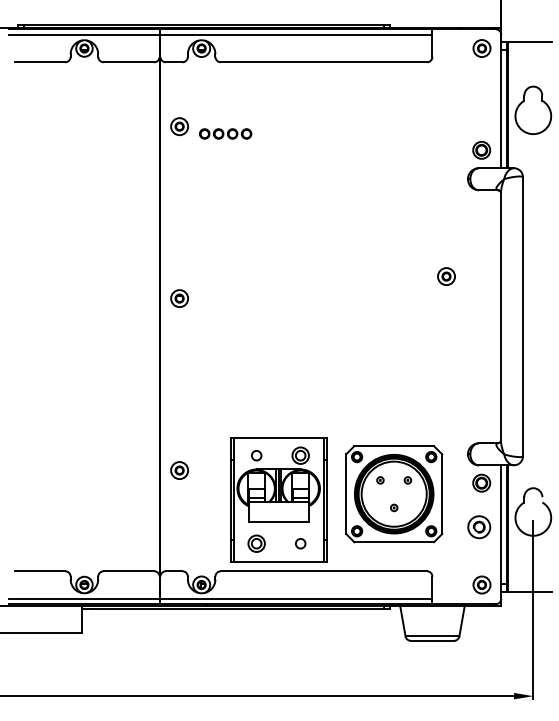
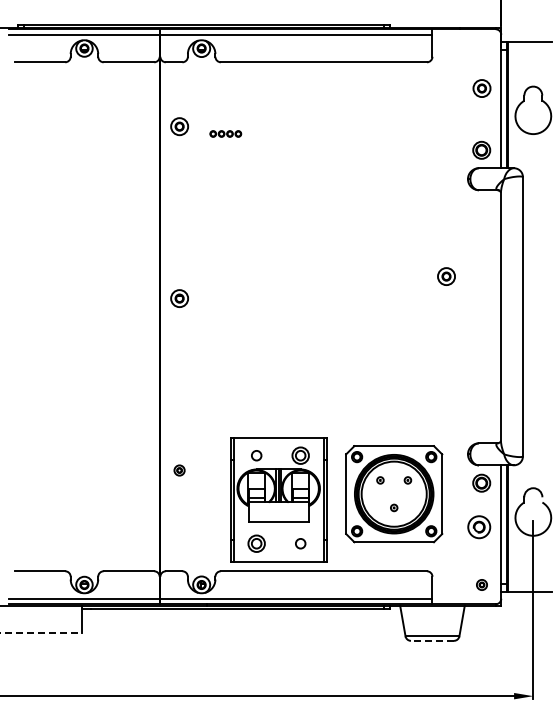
part at (481, 48) position: (481, 48) -> (481, 88)
part at (225, 133) size: 54x12 px -> 34x8 px
part at (179, 470) size: 19x19 px -> 13x13 px
part at (481, 584) size: 20x20 px -> 12x12 px
line at (41, 633): solid -> dashed
line at (432, 640): solid -> dashed
